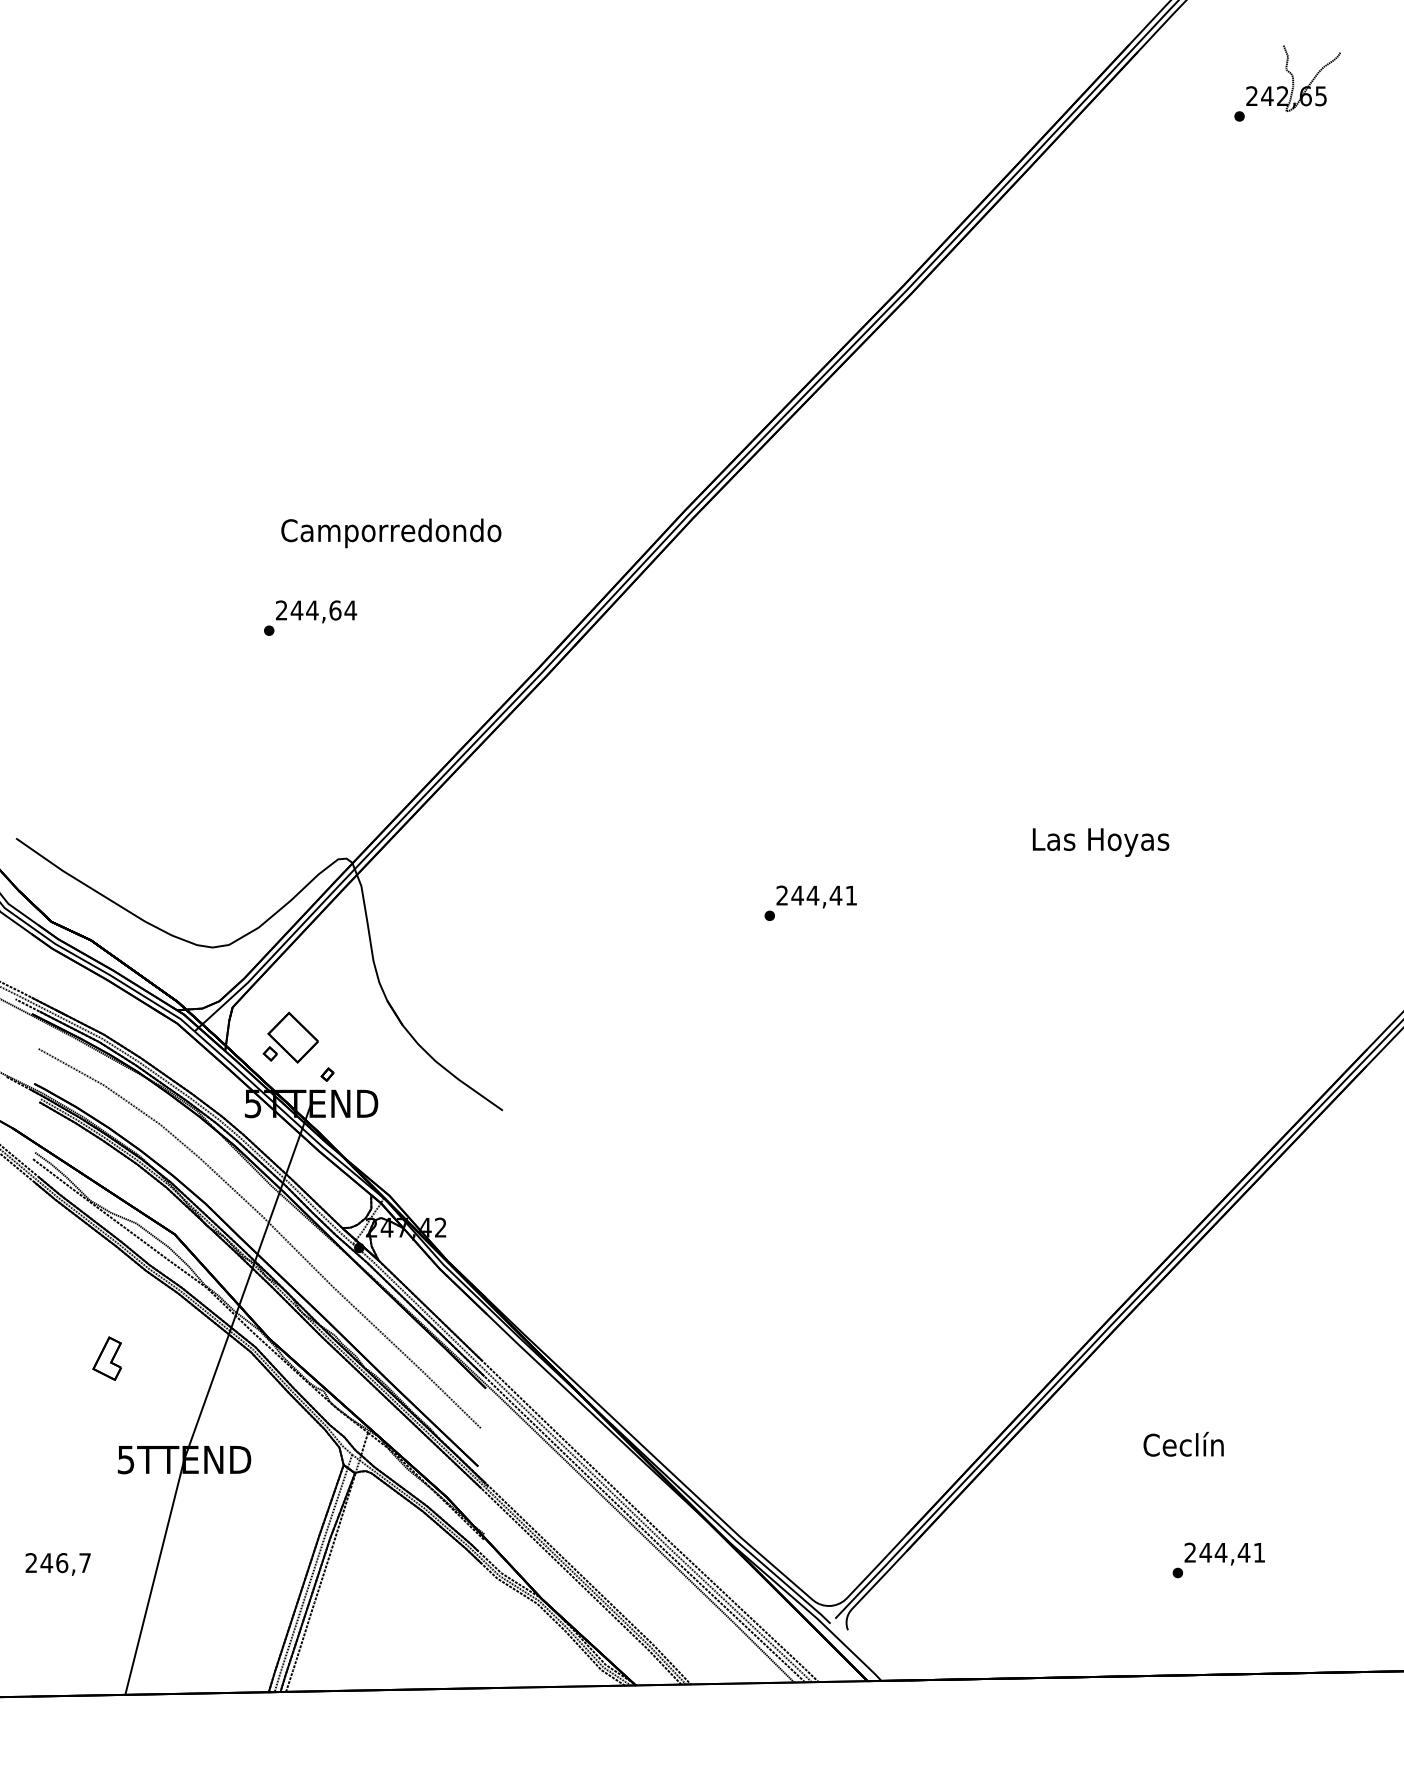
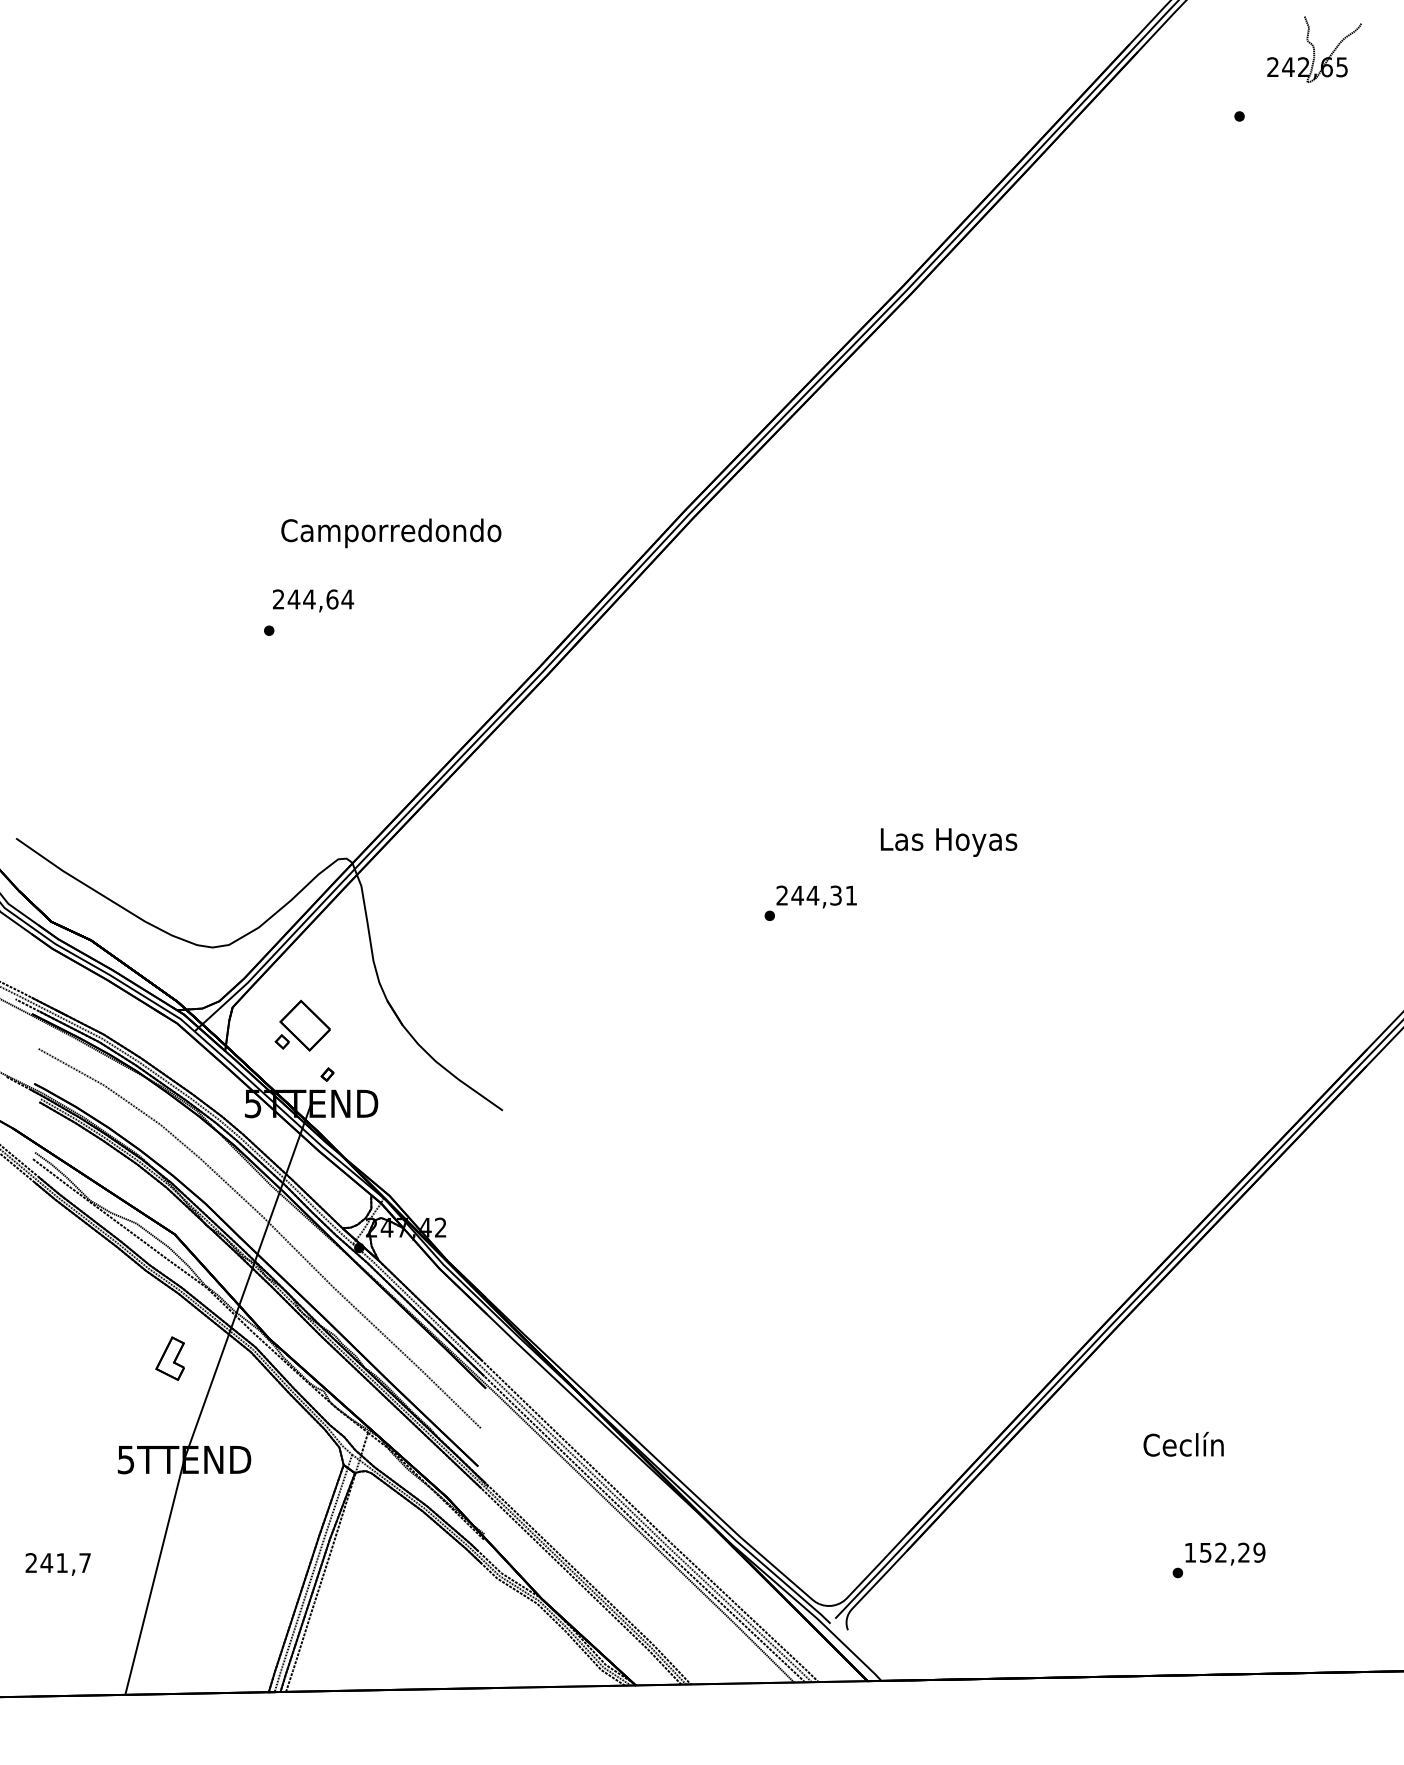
part at (1293, 78) position: (1293, 78) -> (1314, 49)
text at (316, 611) position: (316, 611) -> (313, 600)
text at (1101, 842) position: (1101, 842) -> (949, 842)
text at (835, 895): 244,41 -> 244,31
part at (290, 1037) position: (290, 1037) -> (302, 1025)
part at (106, 1358) position: (106, 1358) -> (169, 1358)
text at (1224, 1552): 244,41 -> 152,29
text at (62, 1563): 246,7 -> 241,7
